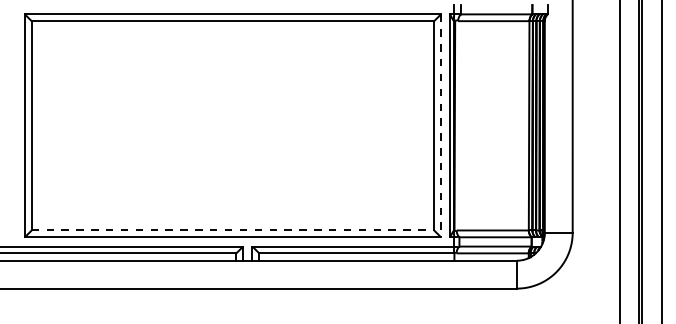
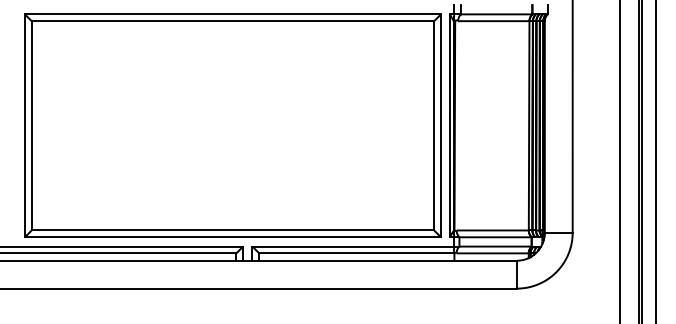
line at (441, 126): dashed -> solid
line at (661, 161) position: (661, 161) -> (655, 161)
line at (233, 230): dashed -> solid
